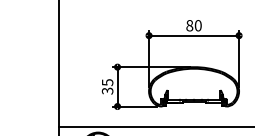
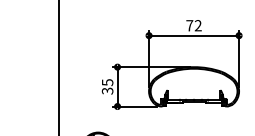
text at (193, 25): 80 -> 72
line at (155, 126): present -> none
